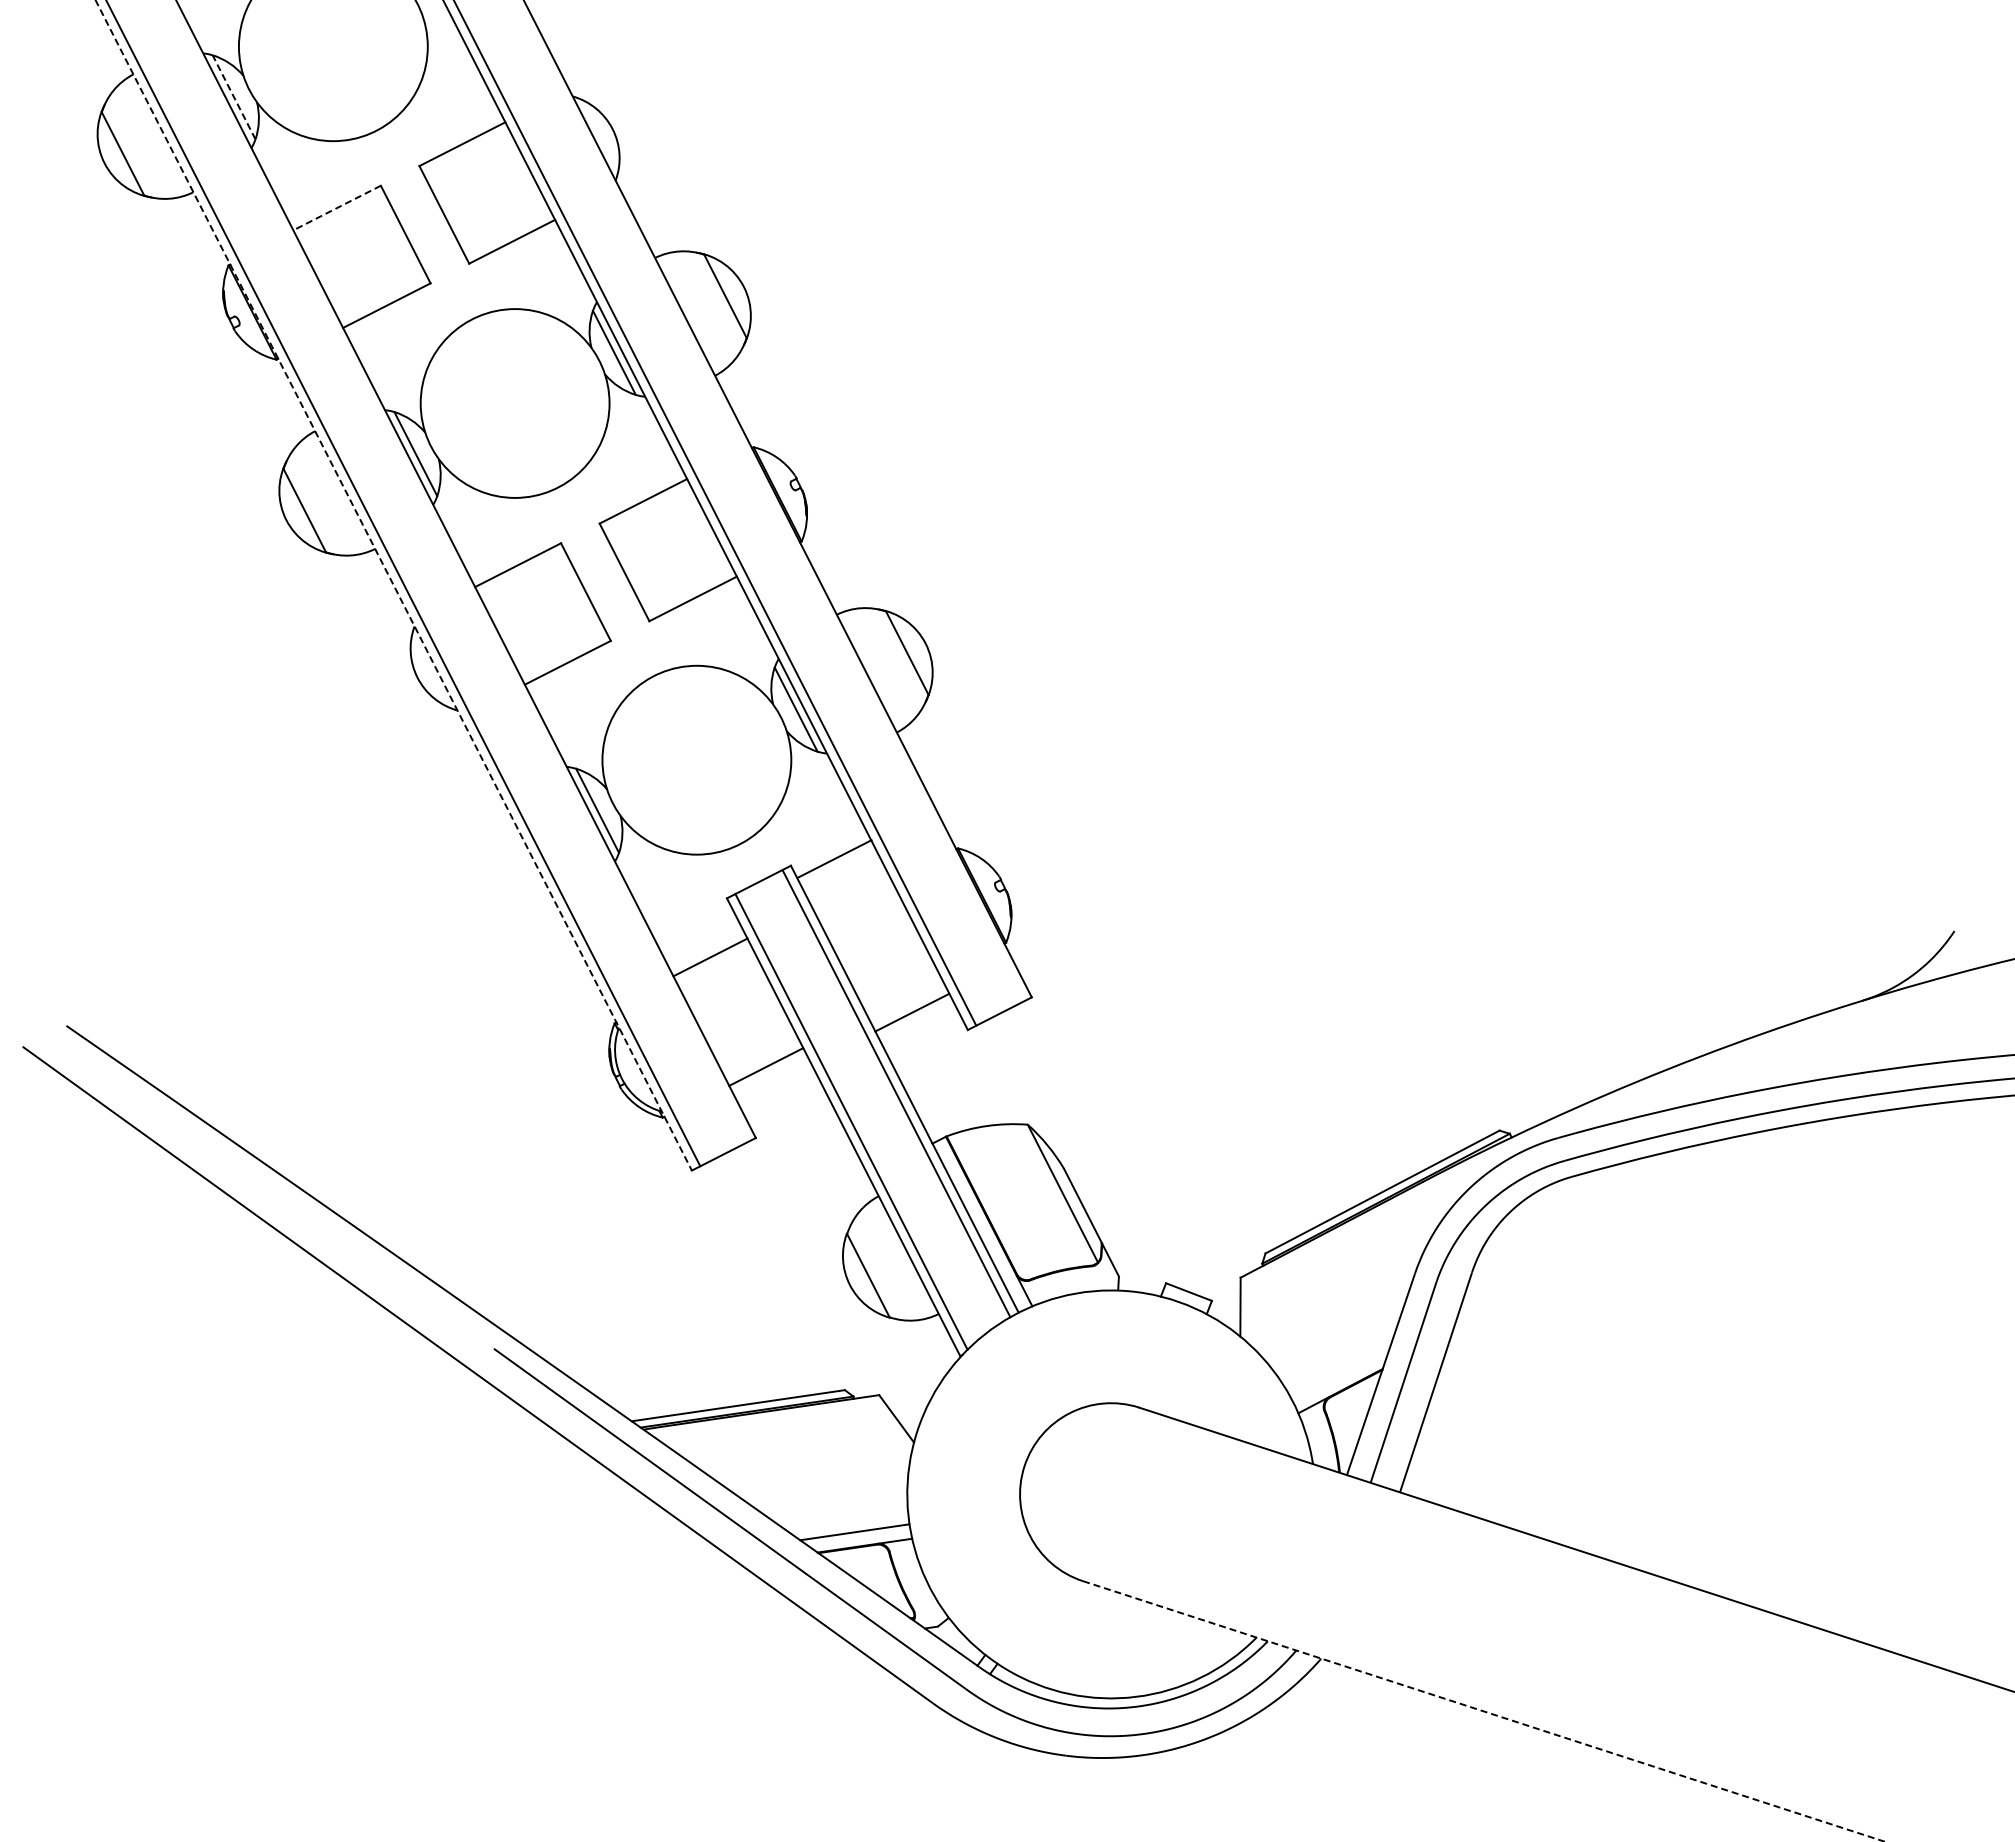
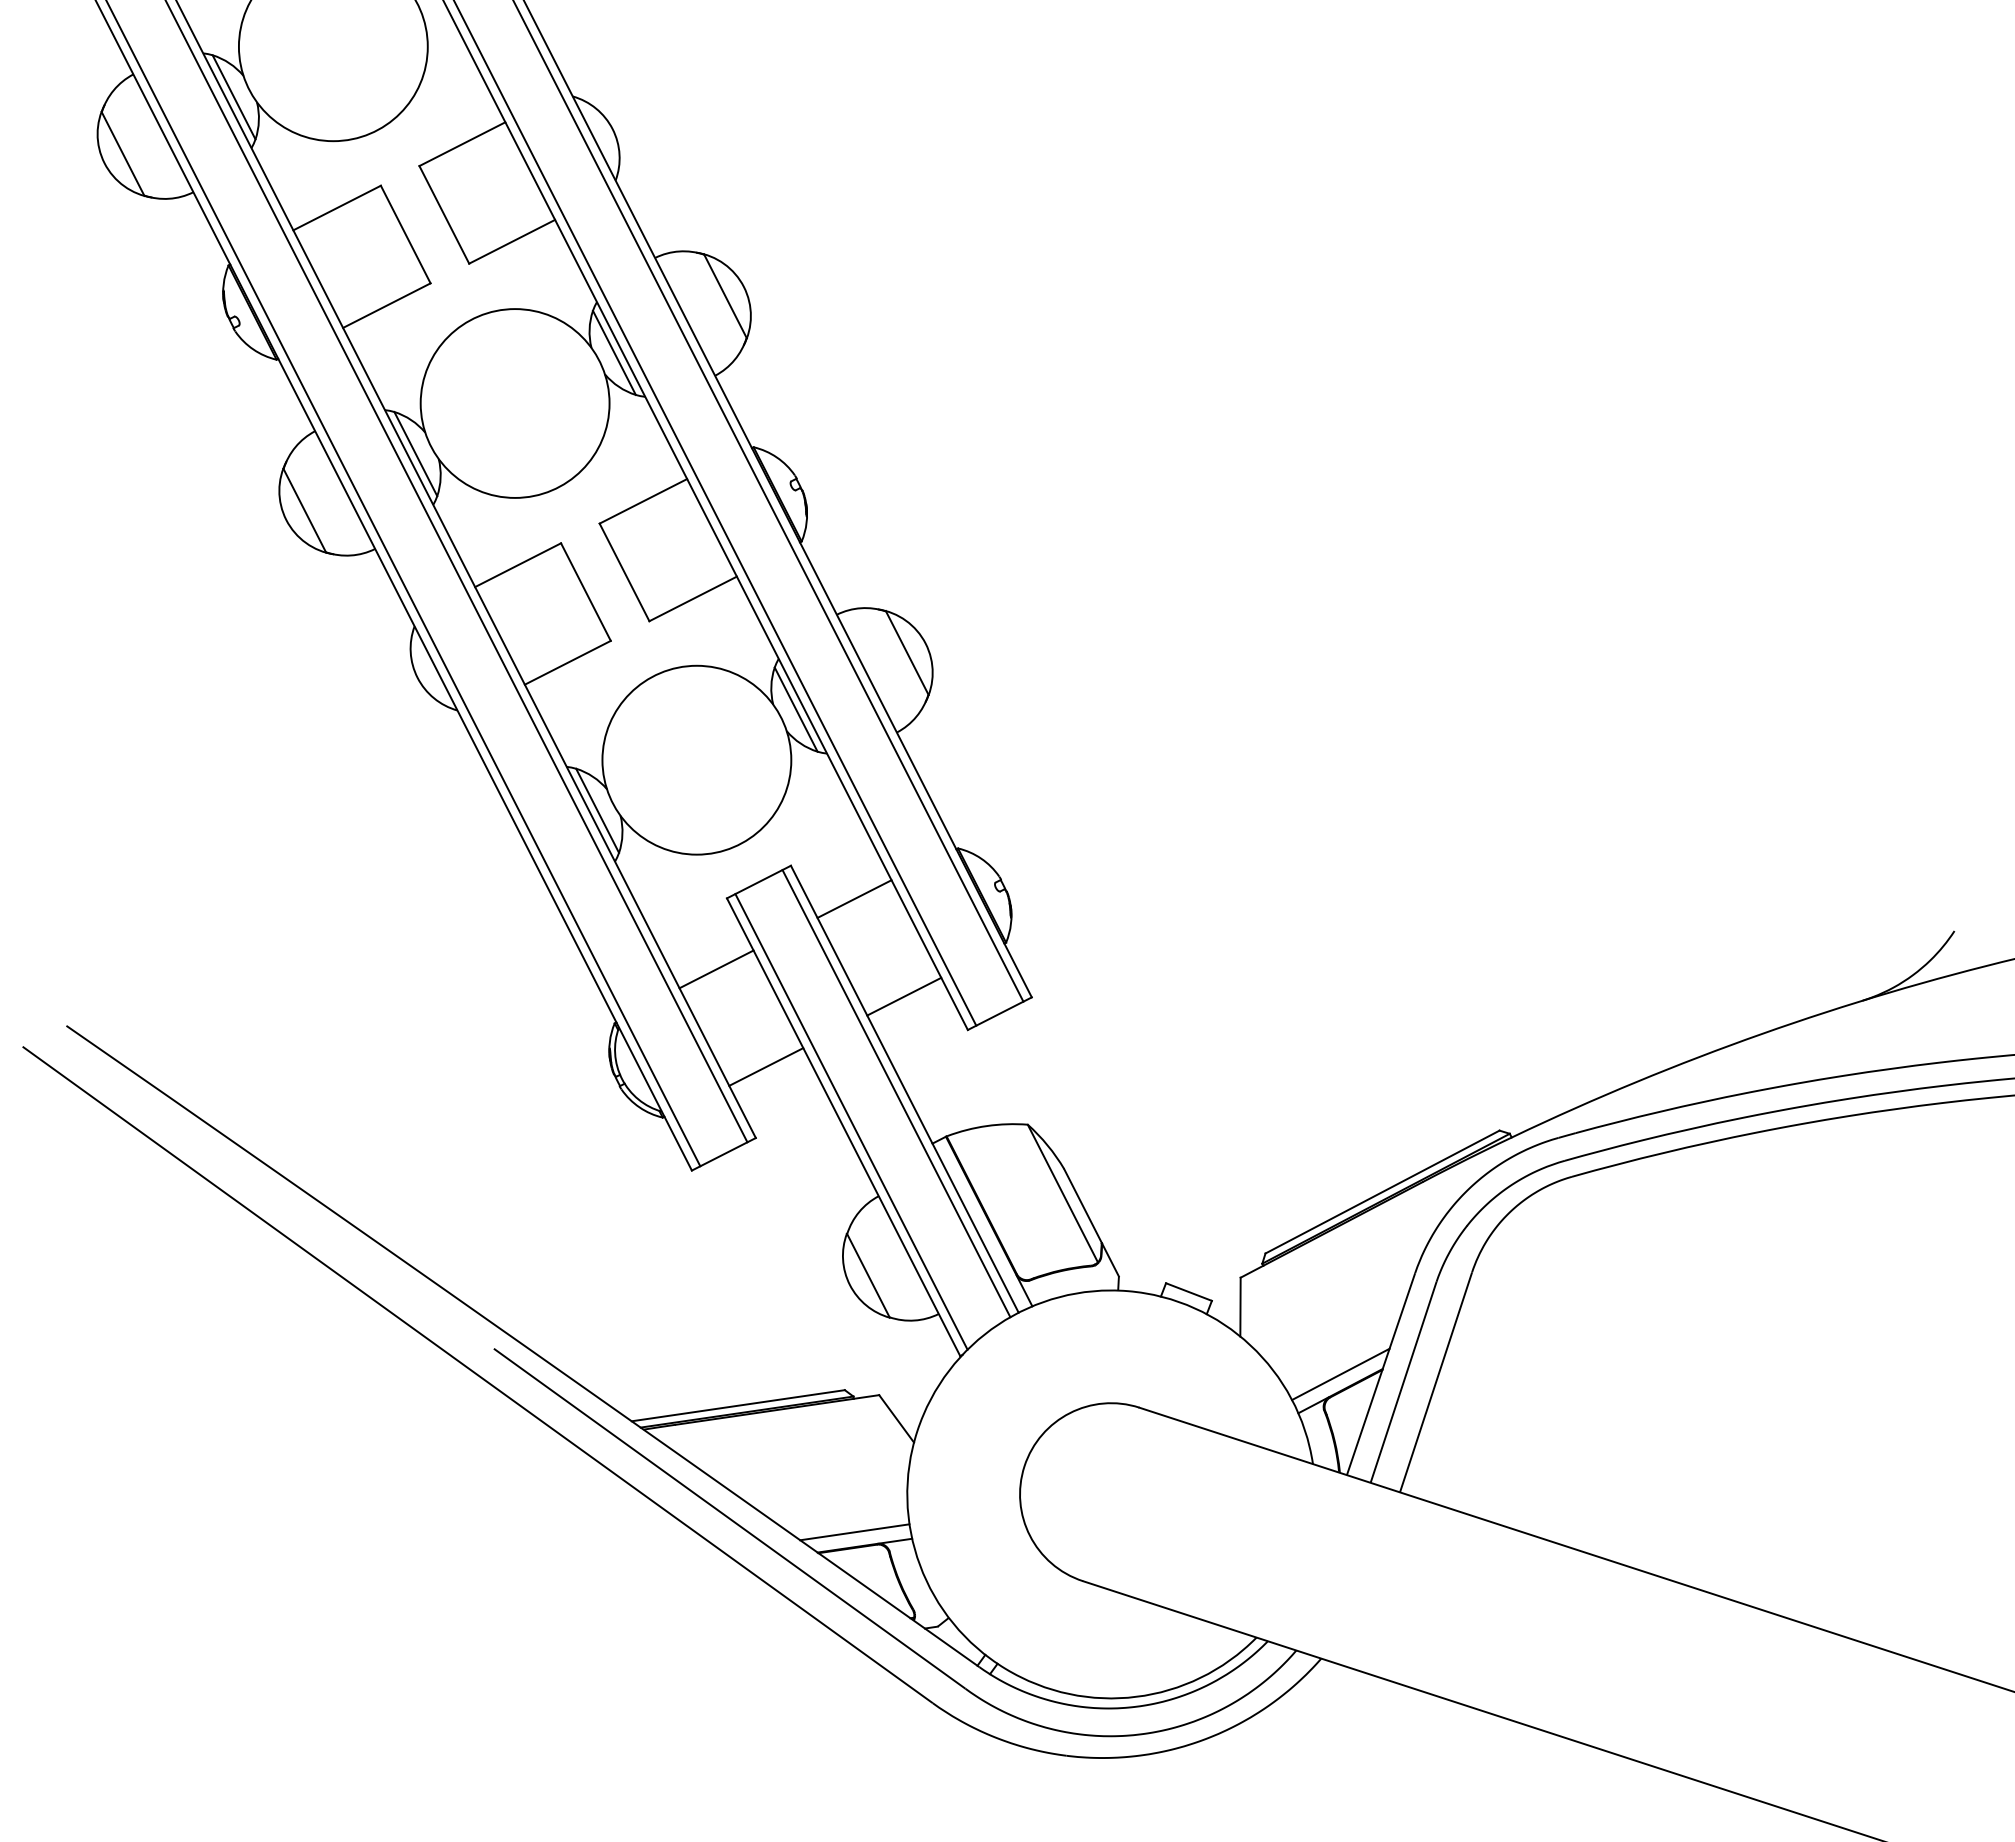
line at (233, 96): dashed -> solid
line at (336, 208): dashed -> solid
line at (768, 501): none -> present
line at (456, 572): none -> present
line at (393, 585): dashed -> solid
line at (834, 858) position: (834, 858) -> (854, 898)
line at (710, 957) position: (710, 957) -> (716, 969)
line at (912, 1012) position: (912, 1012) -> (904, 996)
line at (1340, 1374): none -> present
line at (1484, 1711): dashed -> solid
